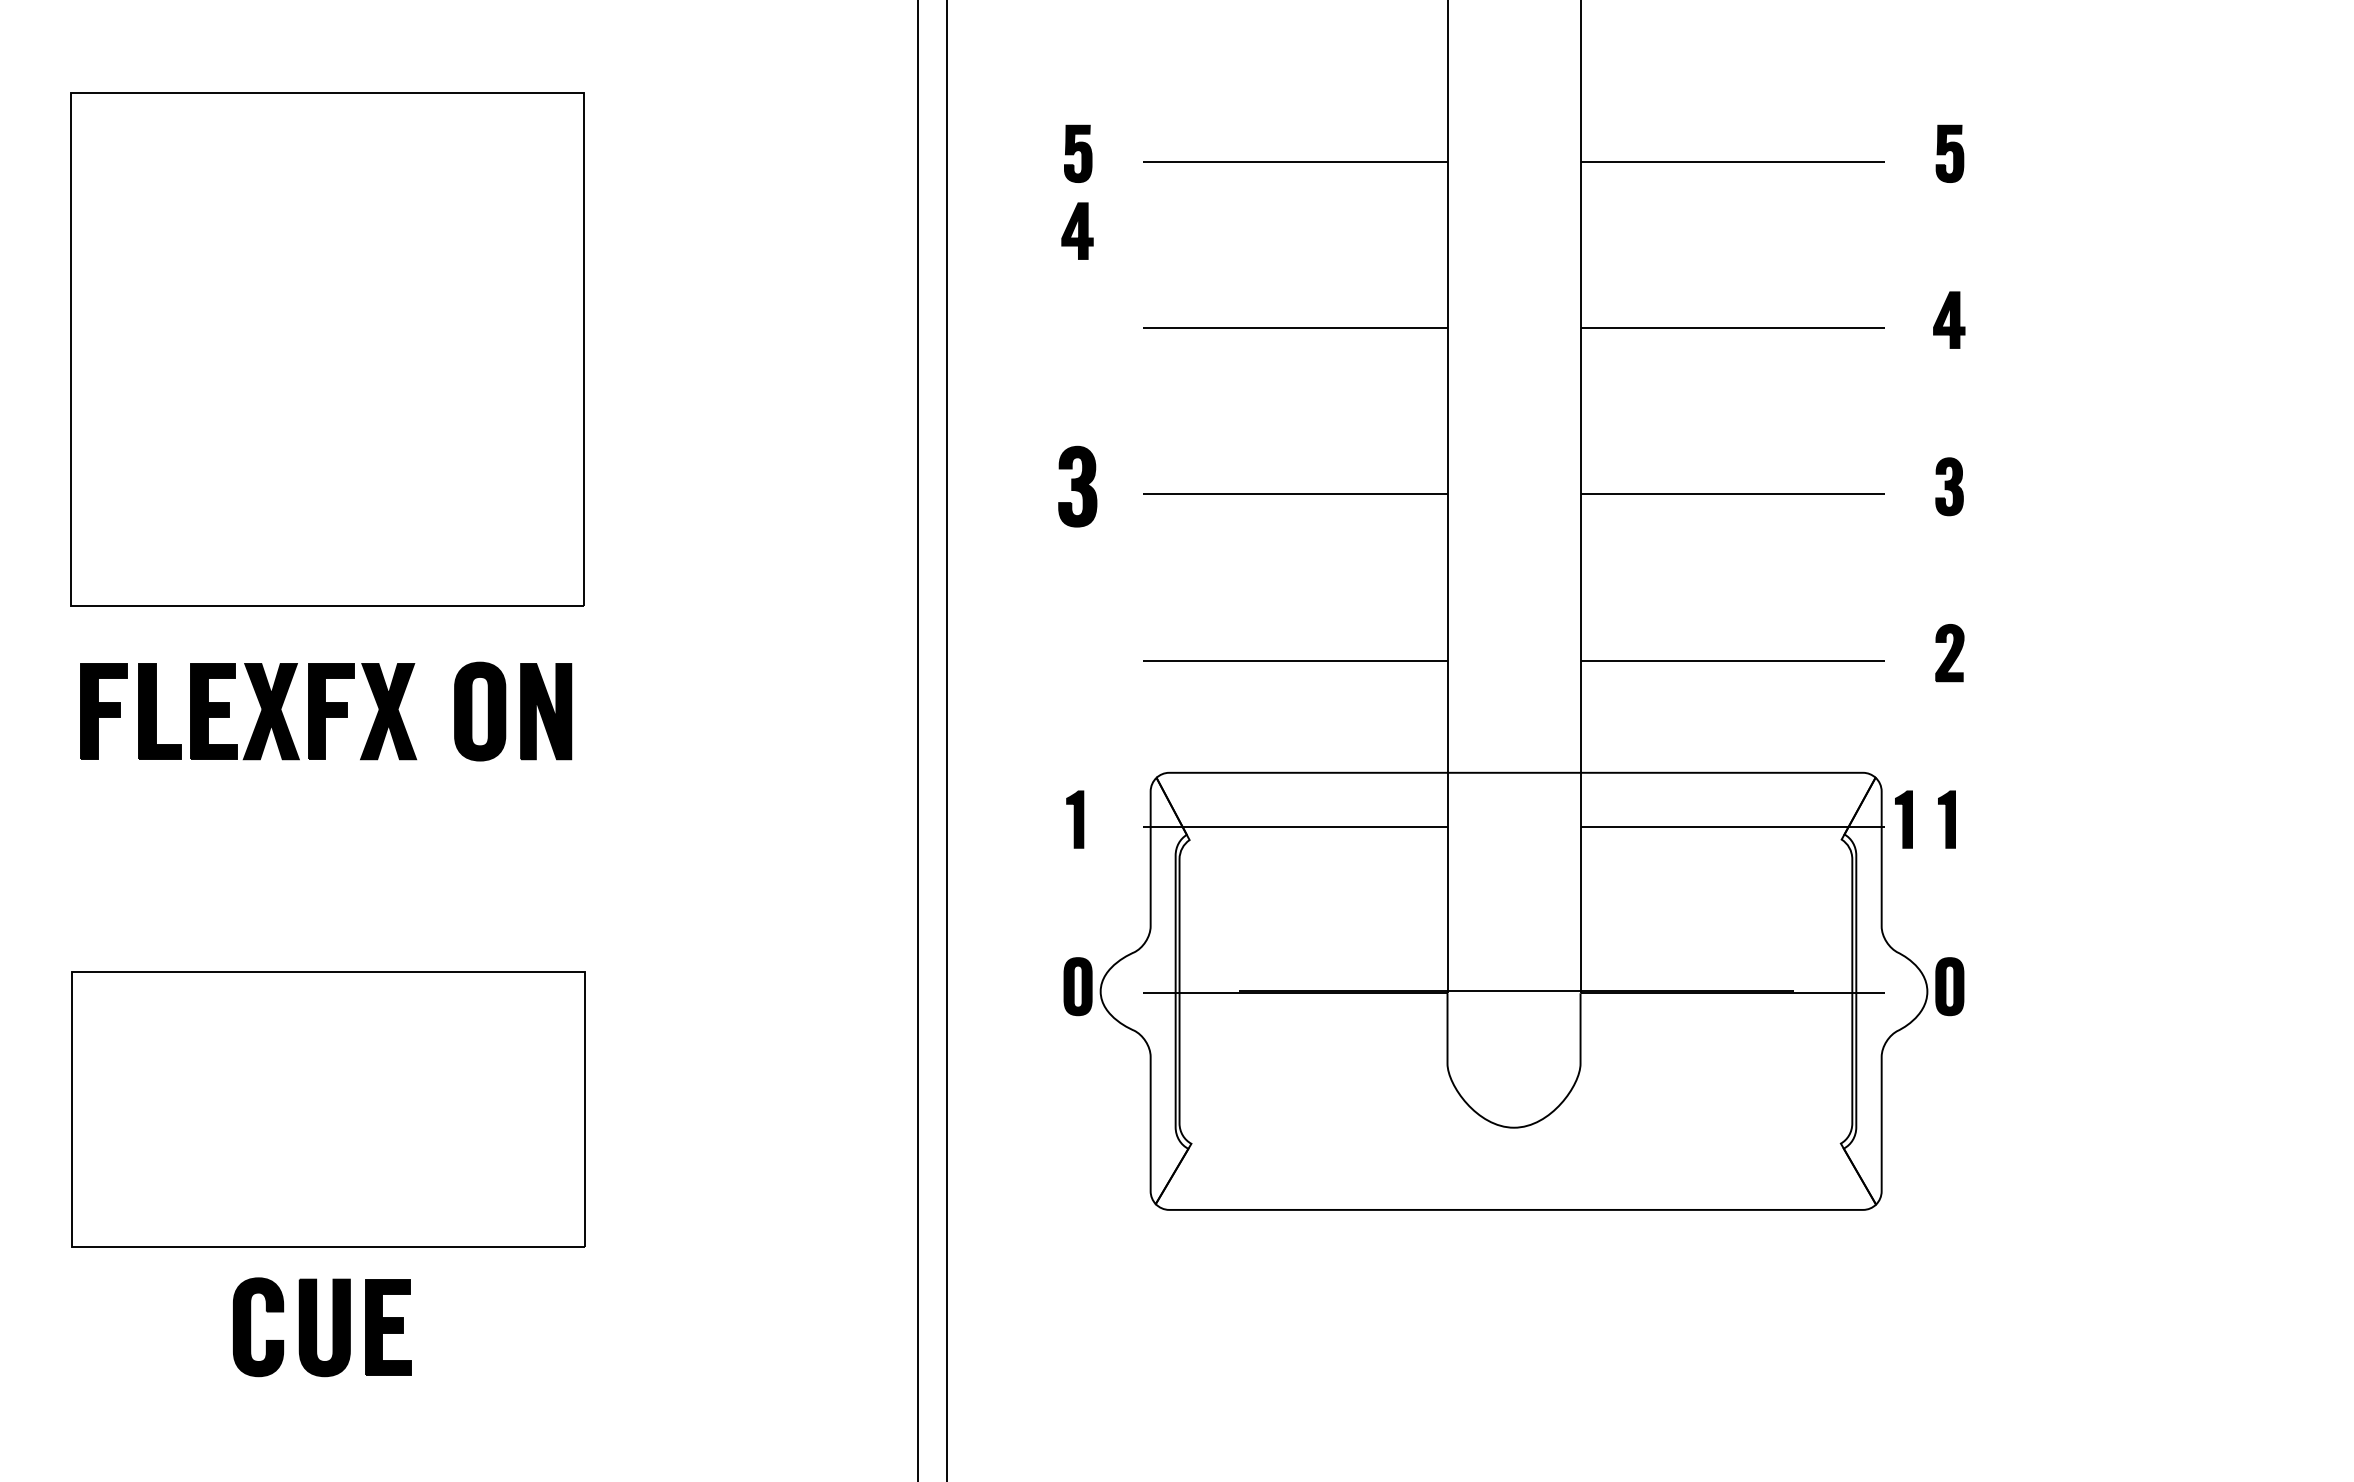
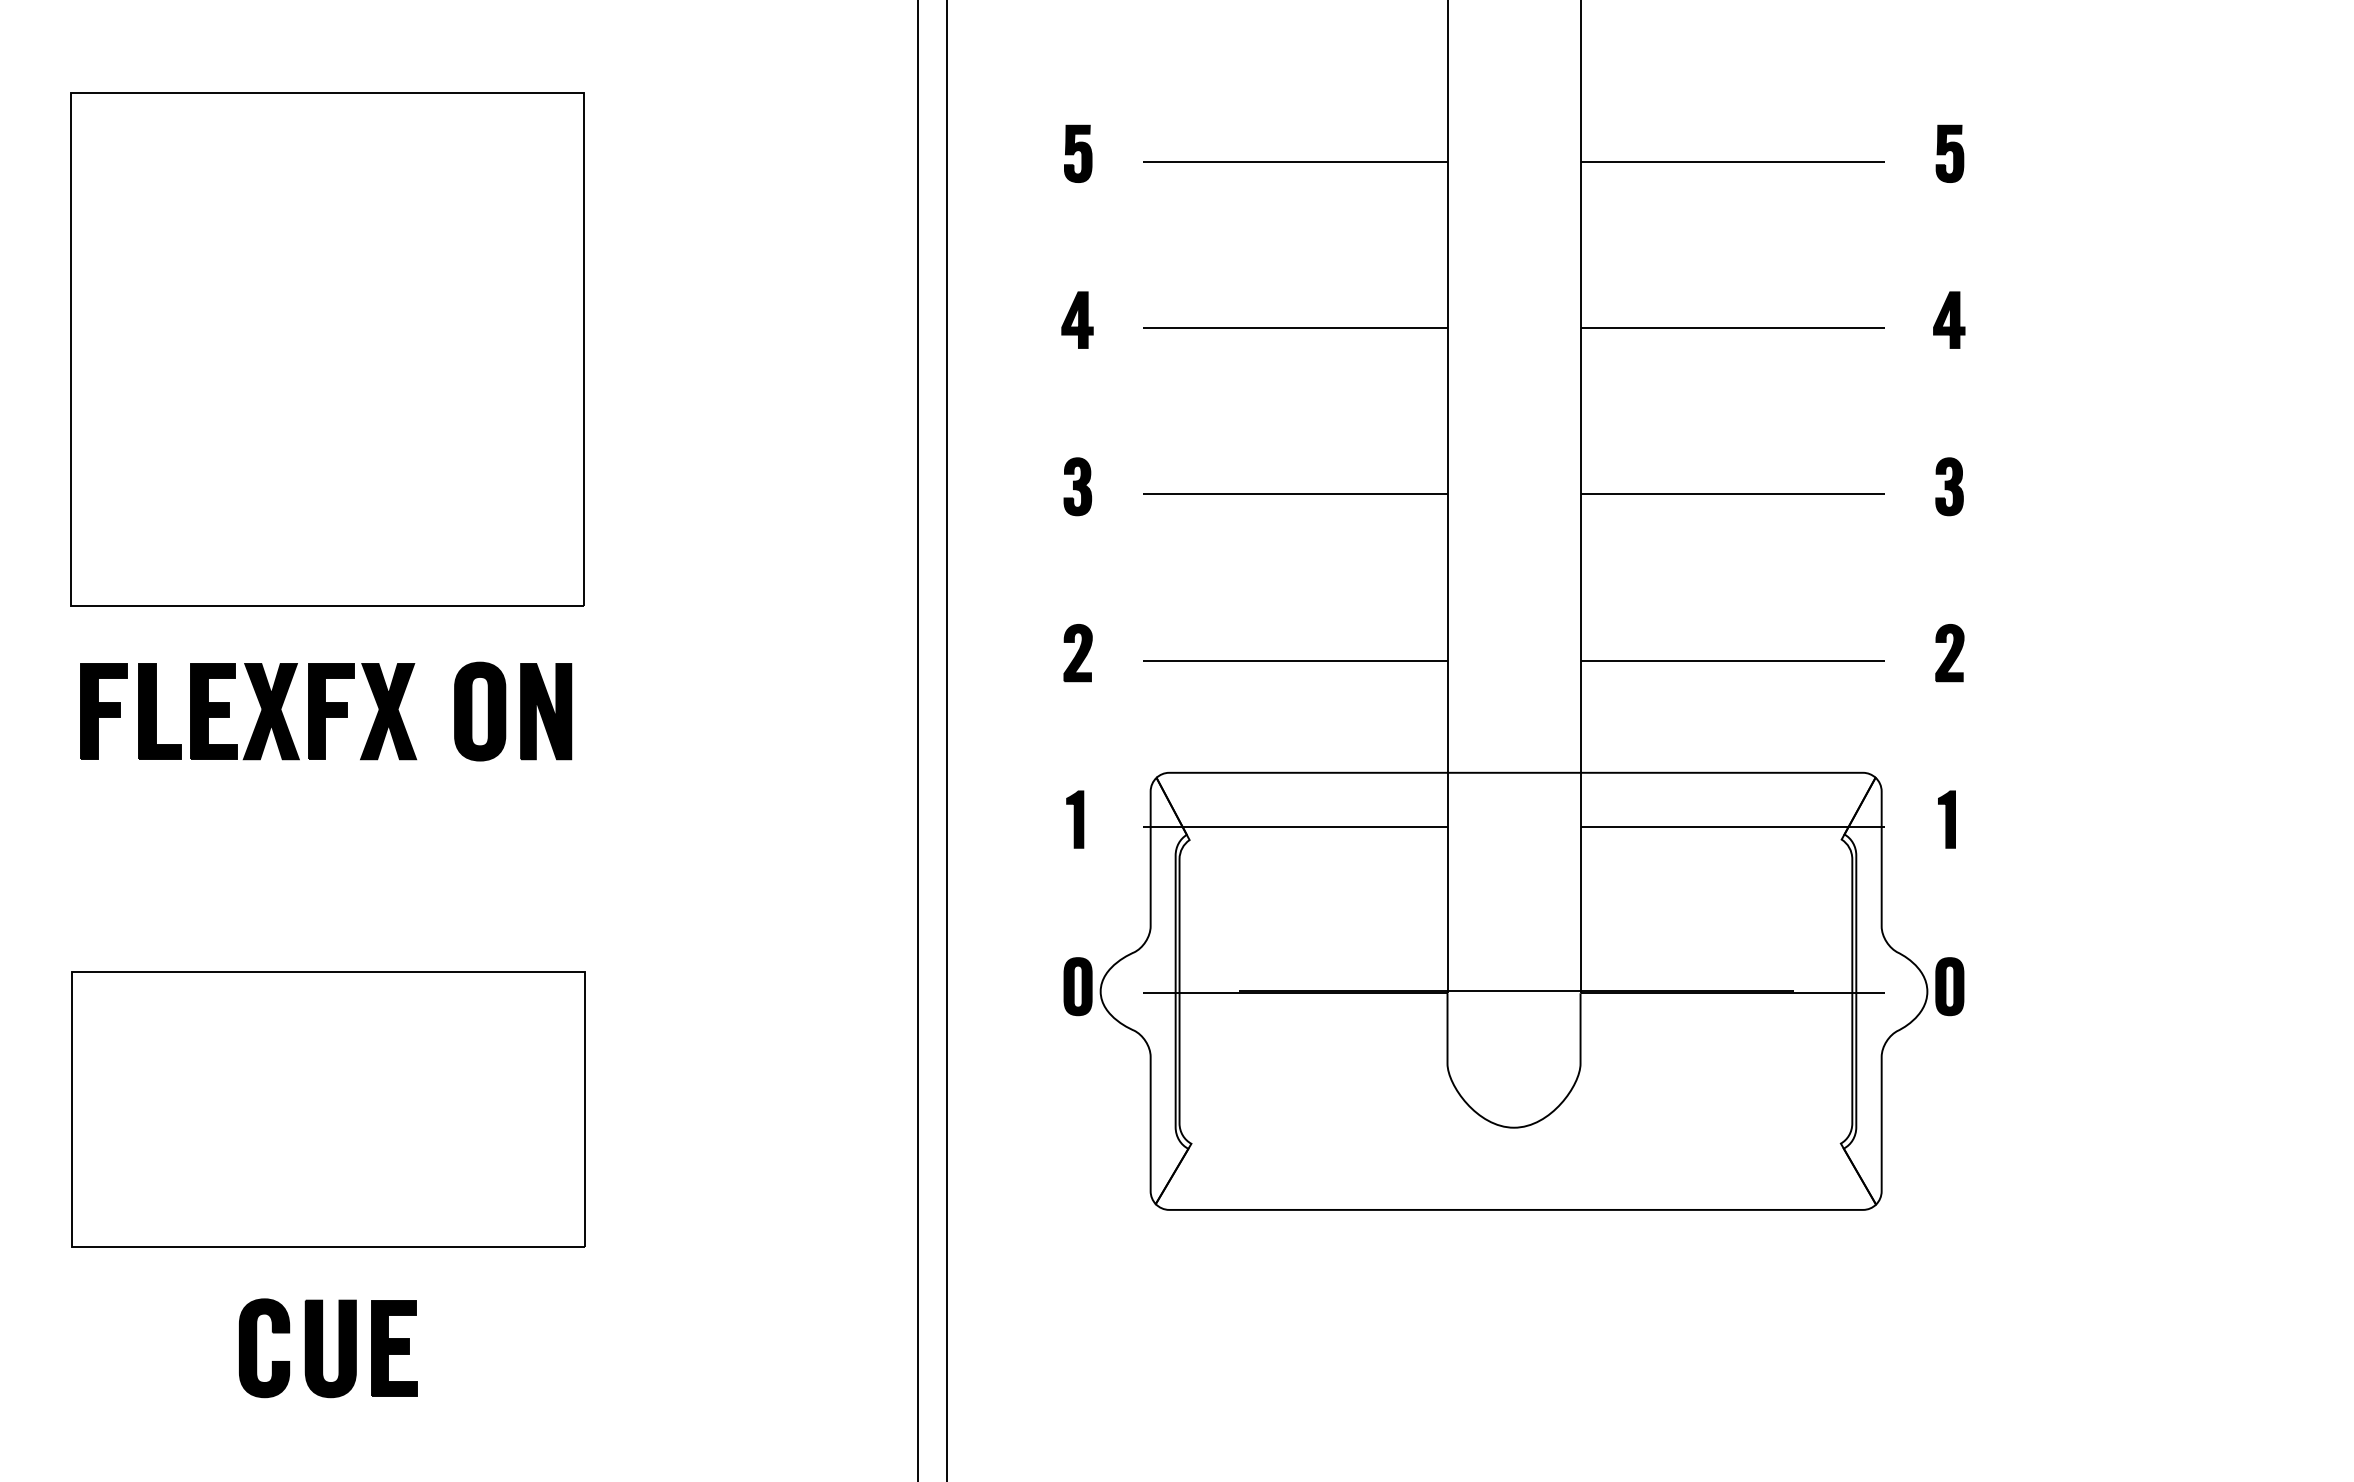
part at (1077, 230) position: (1077, 230) -> (1077, 319)
part at (1077, 486) size: 40x83 px -> 30x60 px
part at (1077, 653): none -> present
part at (1903, 819): present -> none
part at (322, 1327) position: (322, 1327) -> (328, 1348)
